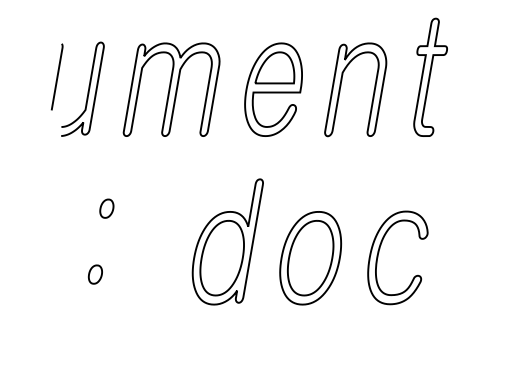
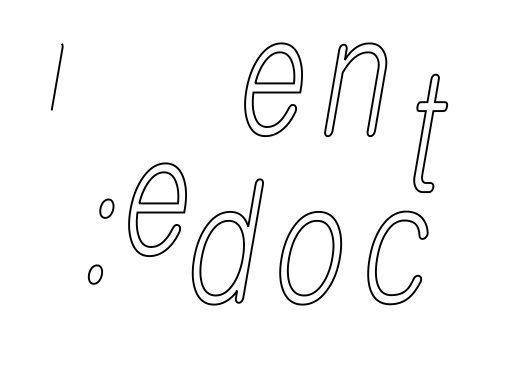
part at (430, 76) position: (430, 76) -> (430, 132)
part at (171, 89): present -> none
curve at (87, 91): present -> none
part at (157, 209): none -> present
